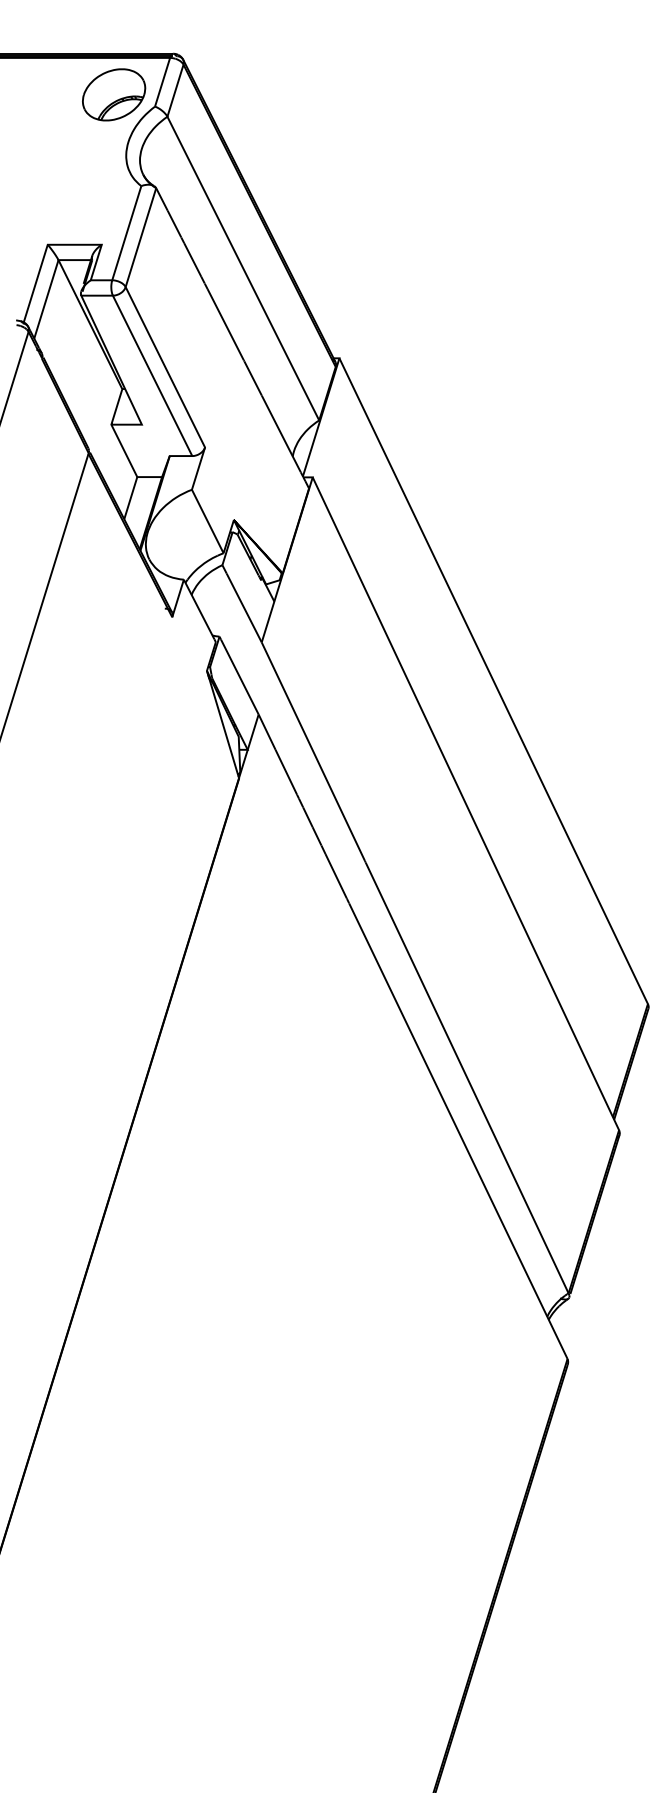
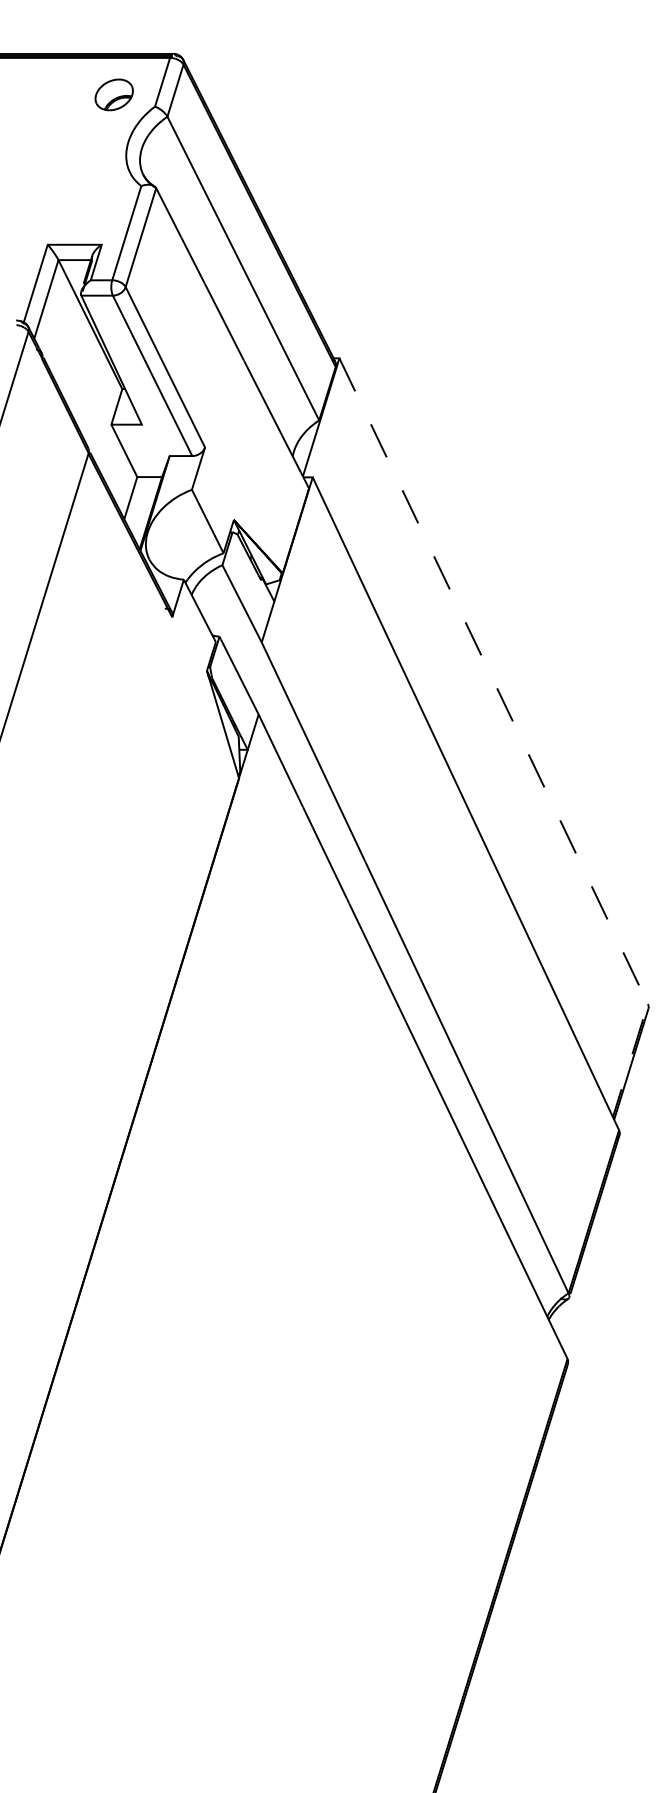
part at (114, 94) size: 65x54 px -> 40x34 px
line at (519, 735): solid -> dashed
